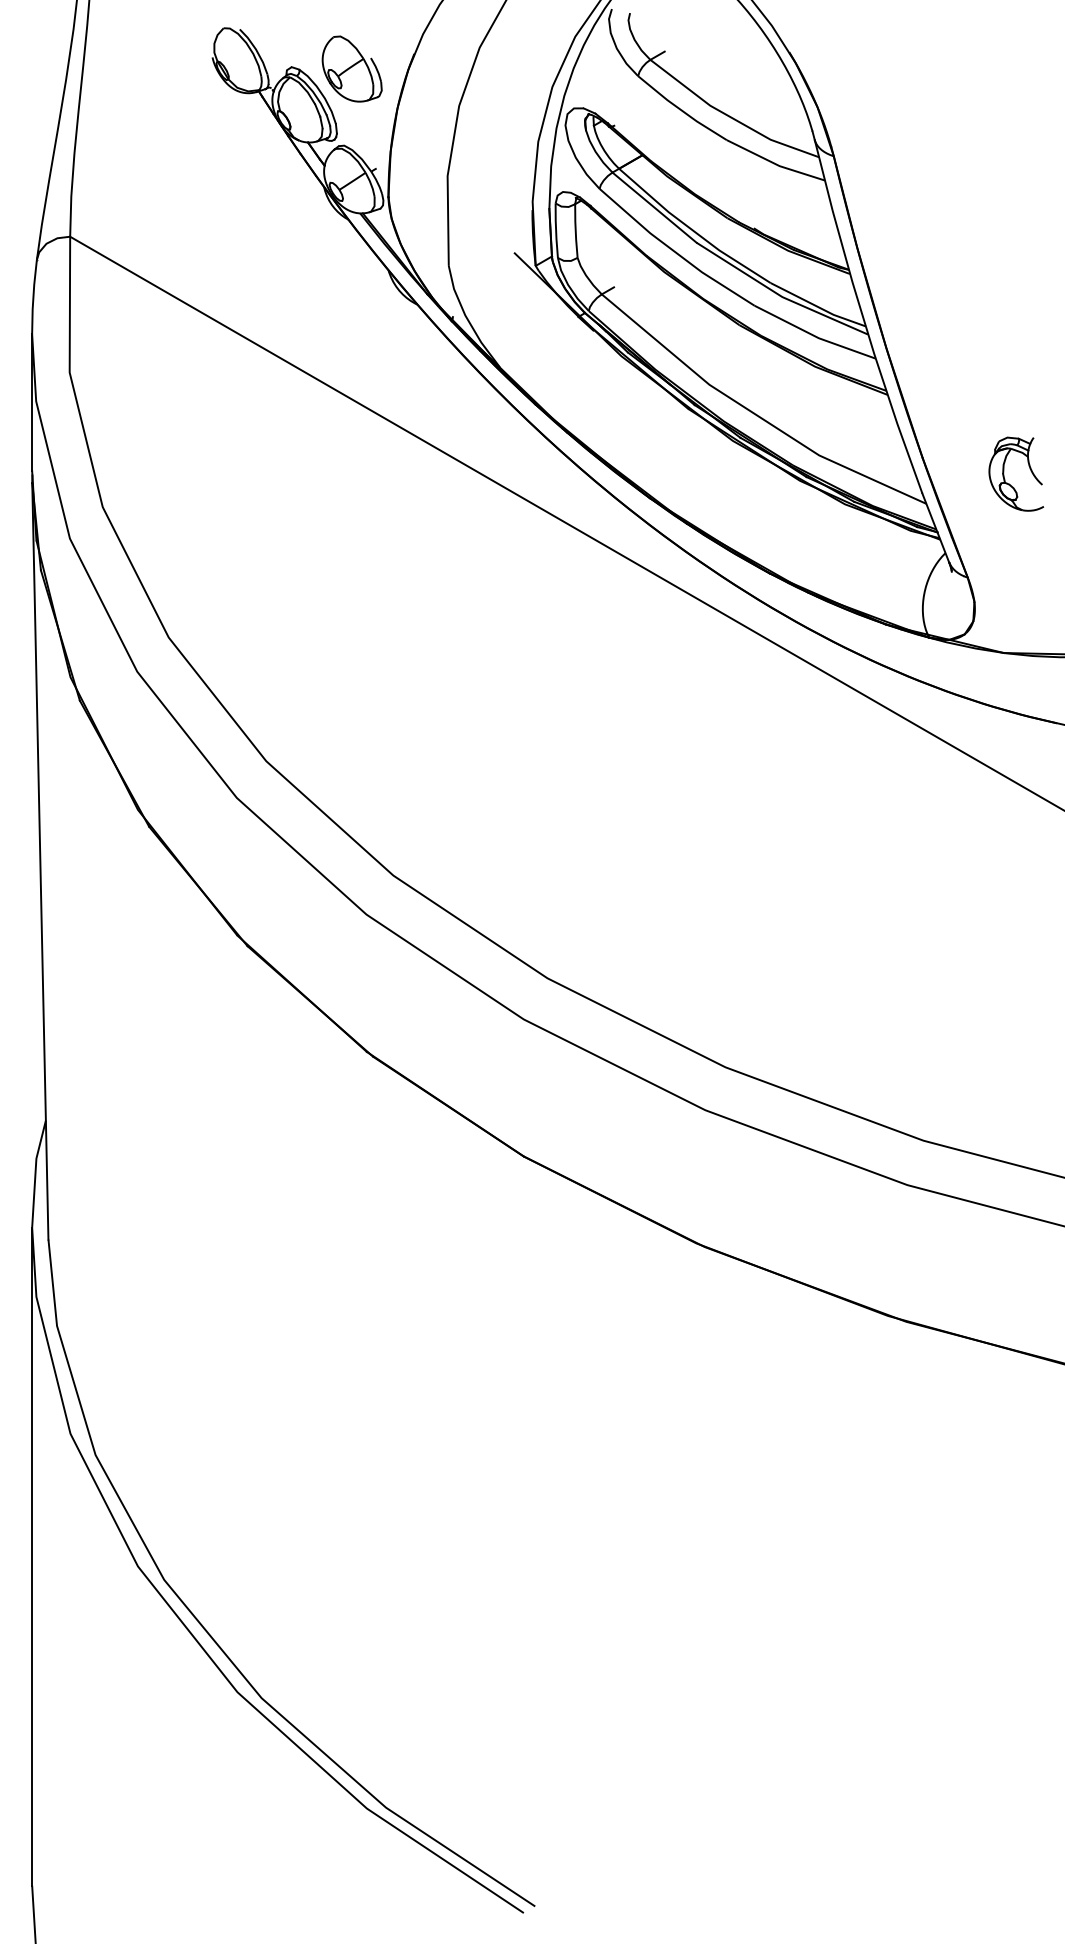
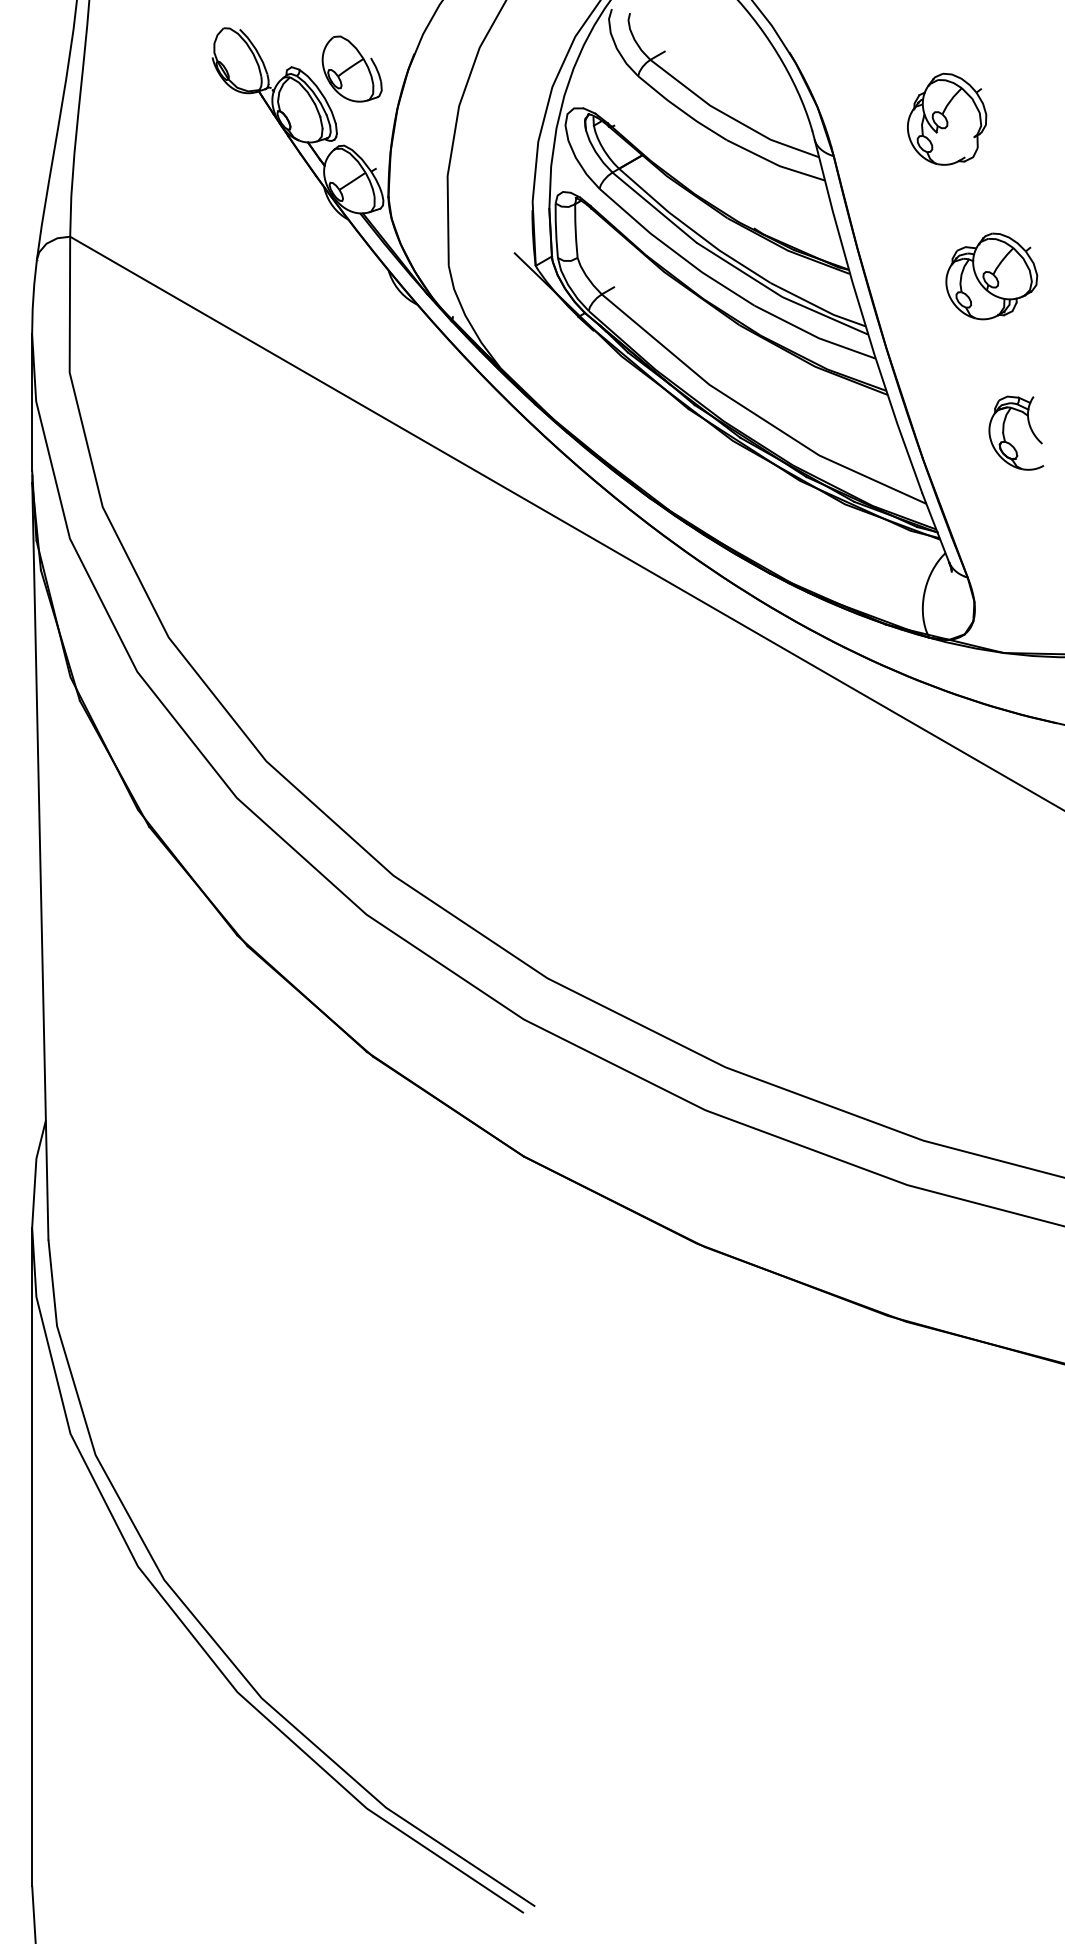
part at (947, 118): none -> present
part at (991, 276): none -> present
part at (1004, 473) position: (1004, 473) -> (1004, 432)
